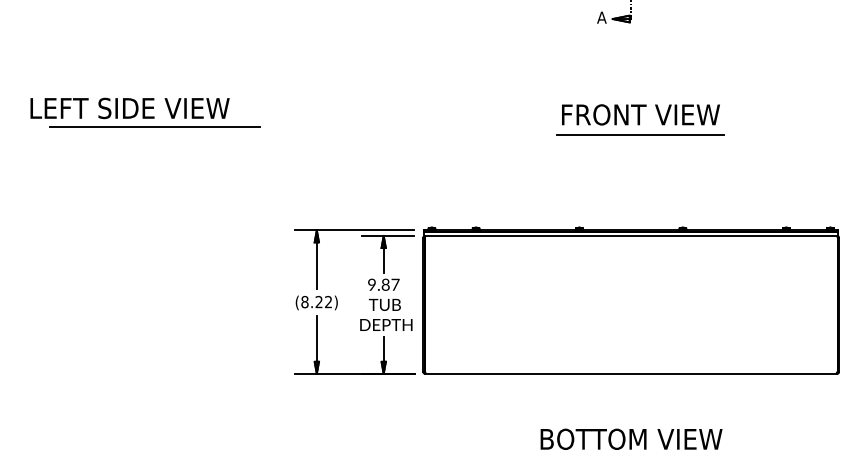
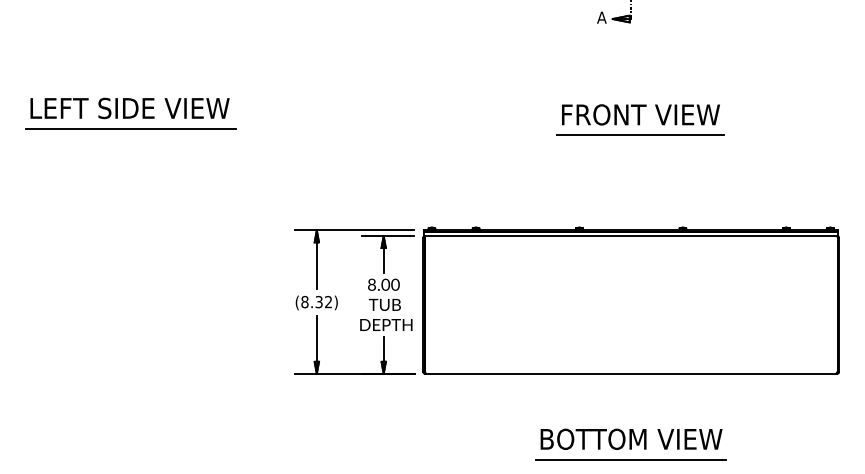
line at (154, 126) position: (154, 126) -> (130, 128)
text at (383, 284): 9.87 -> 8.00
text at (318, 302): (8.22) -> (8.32)
line at (631, 459): none -> present
